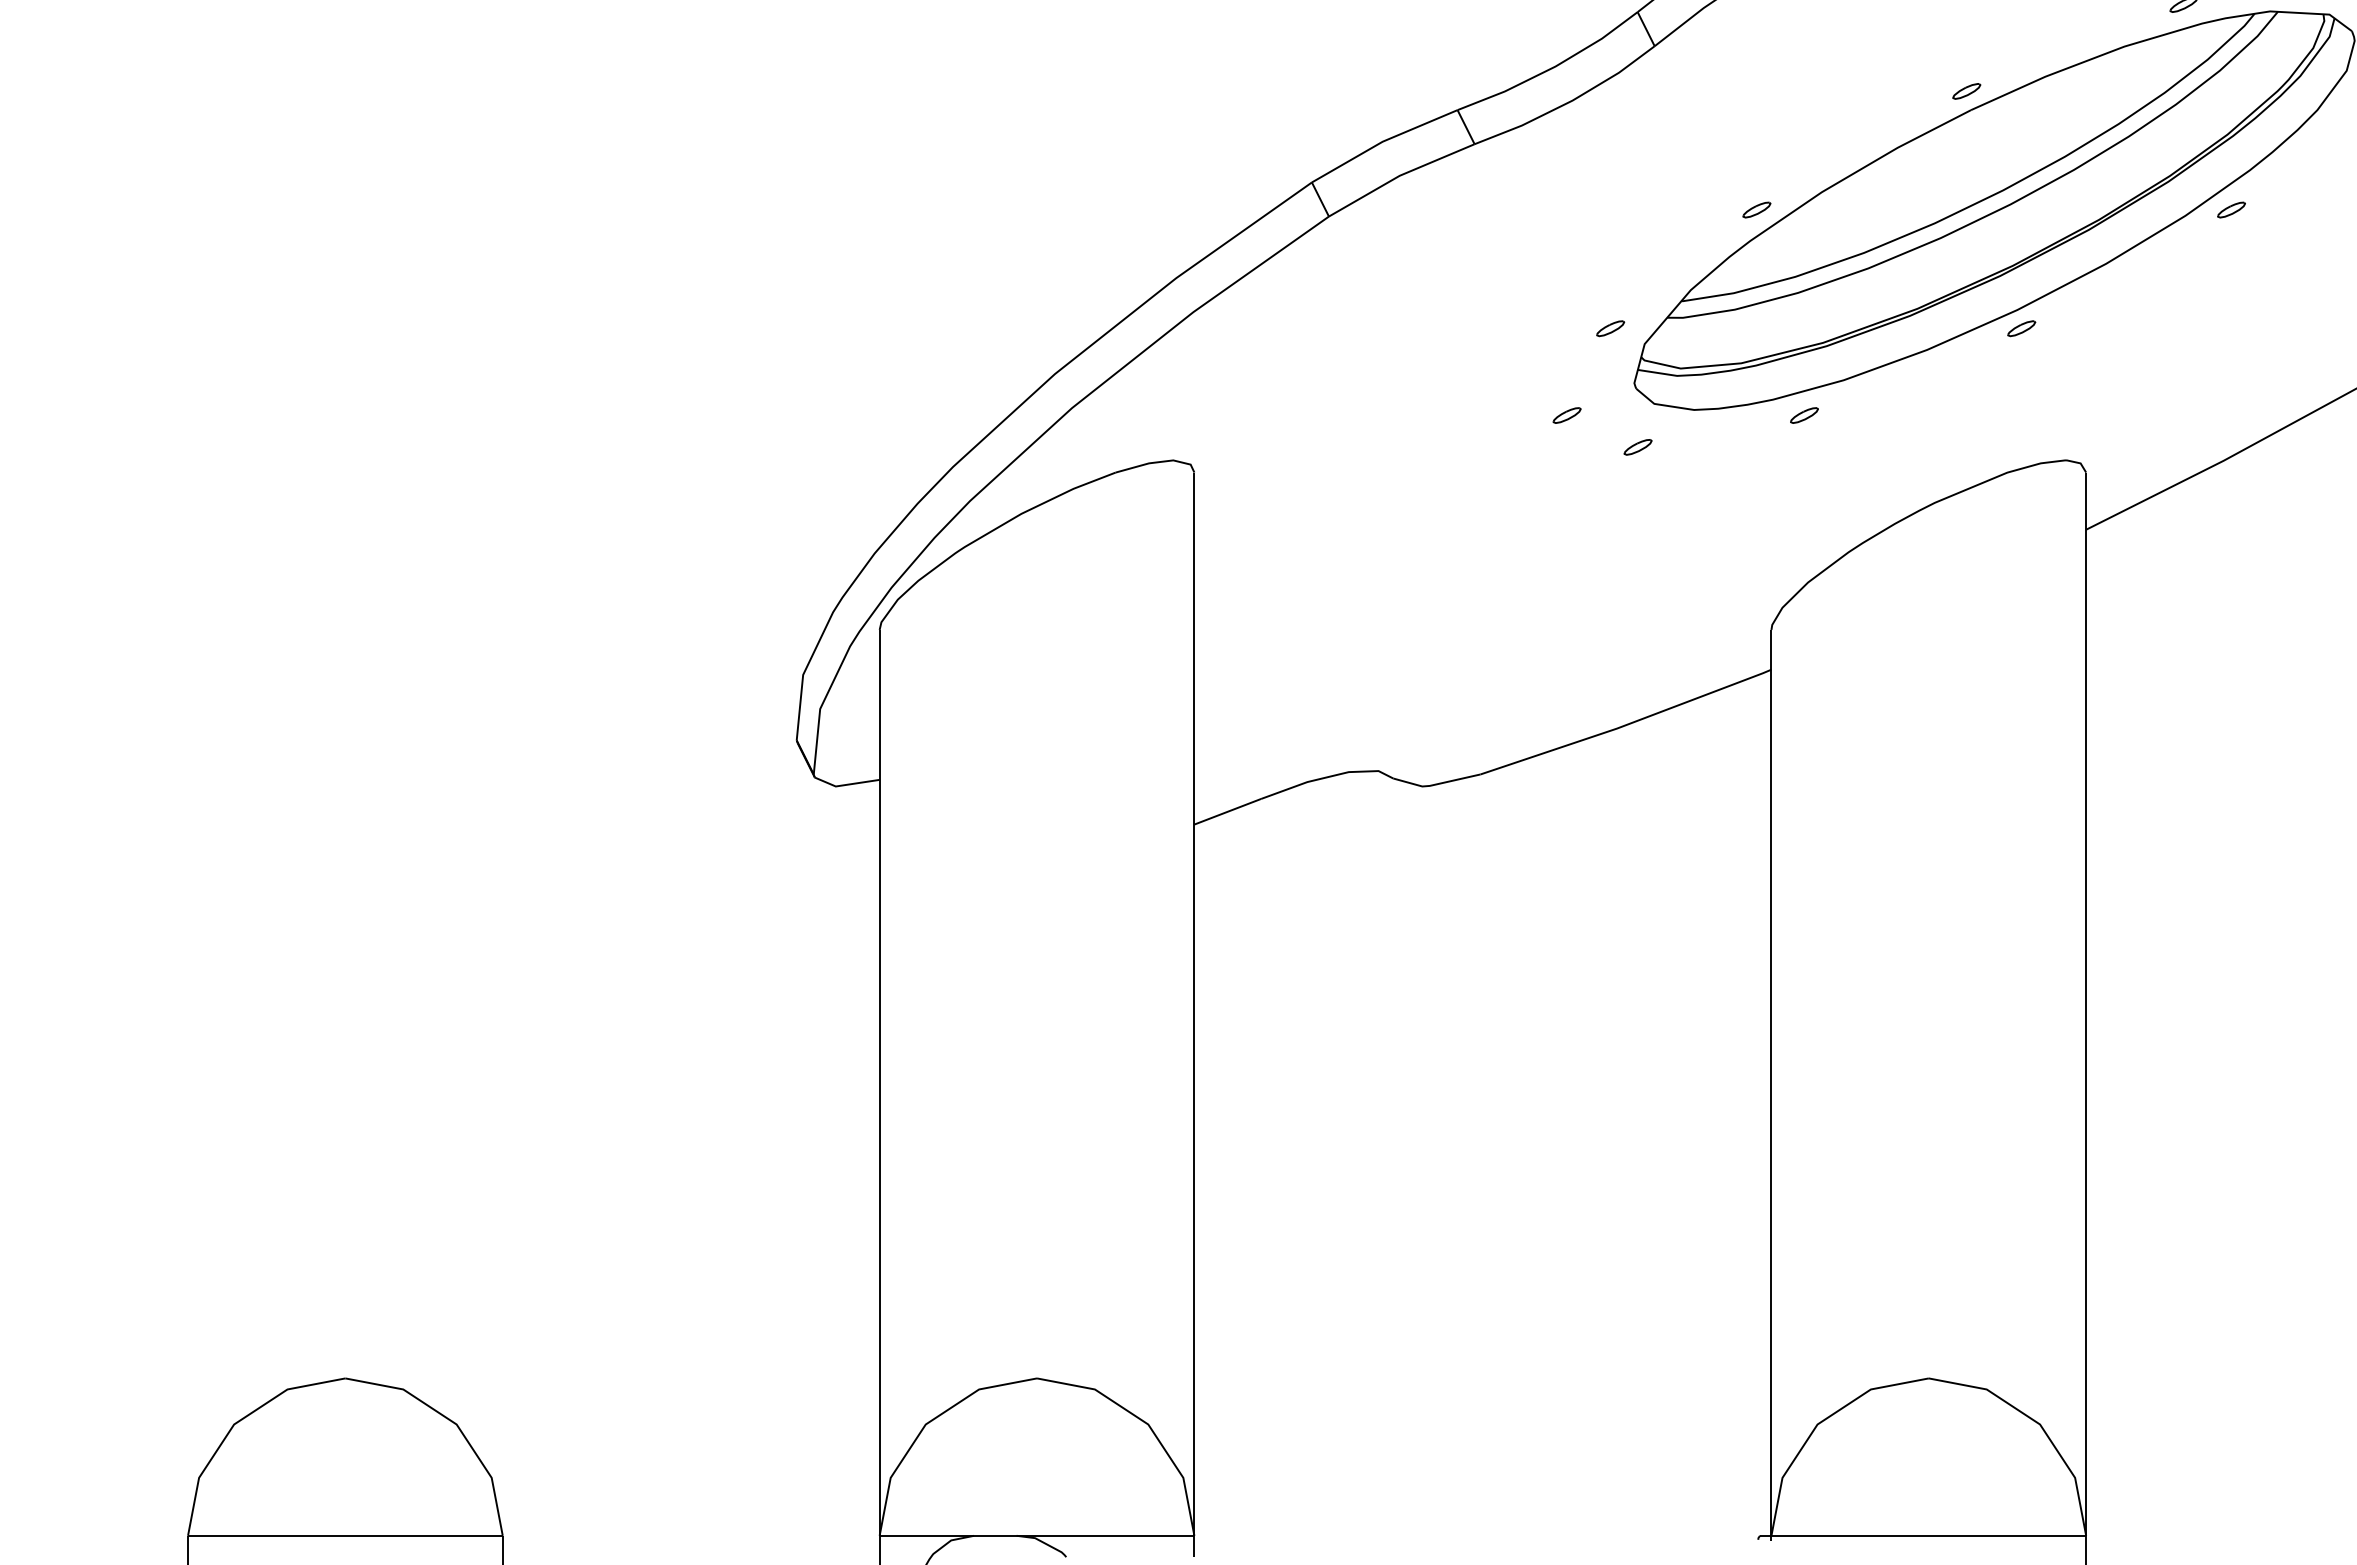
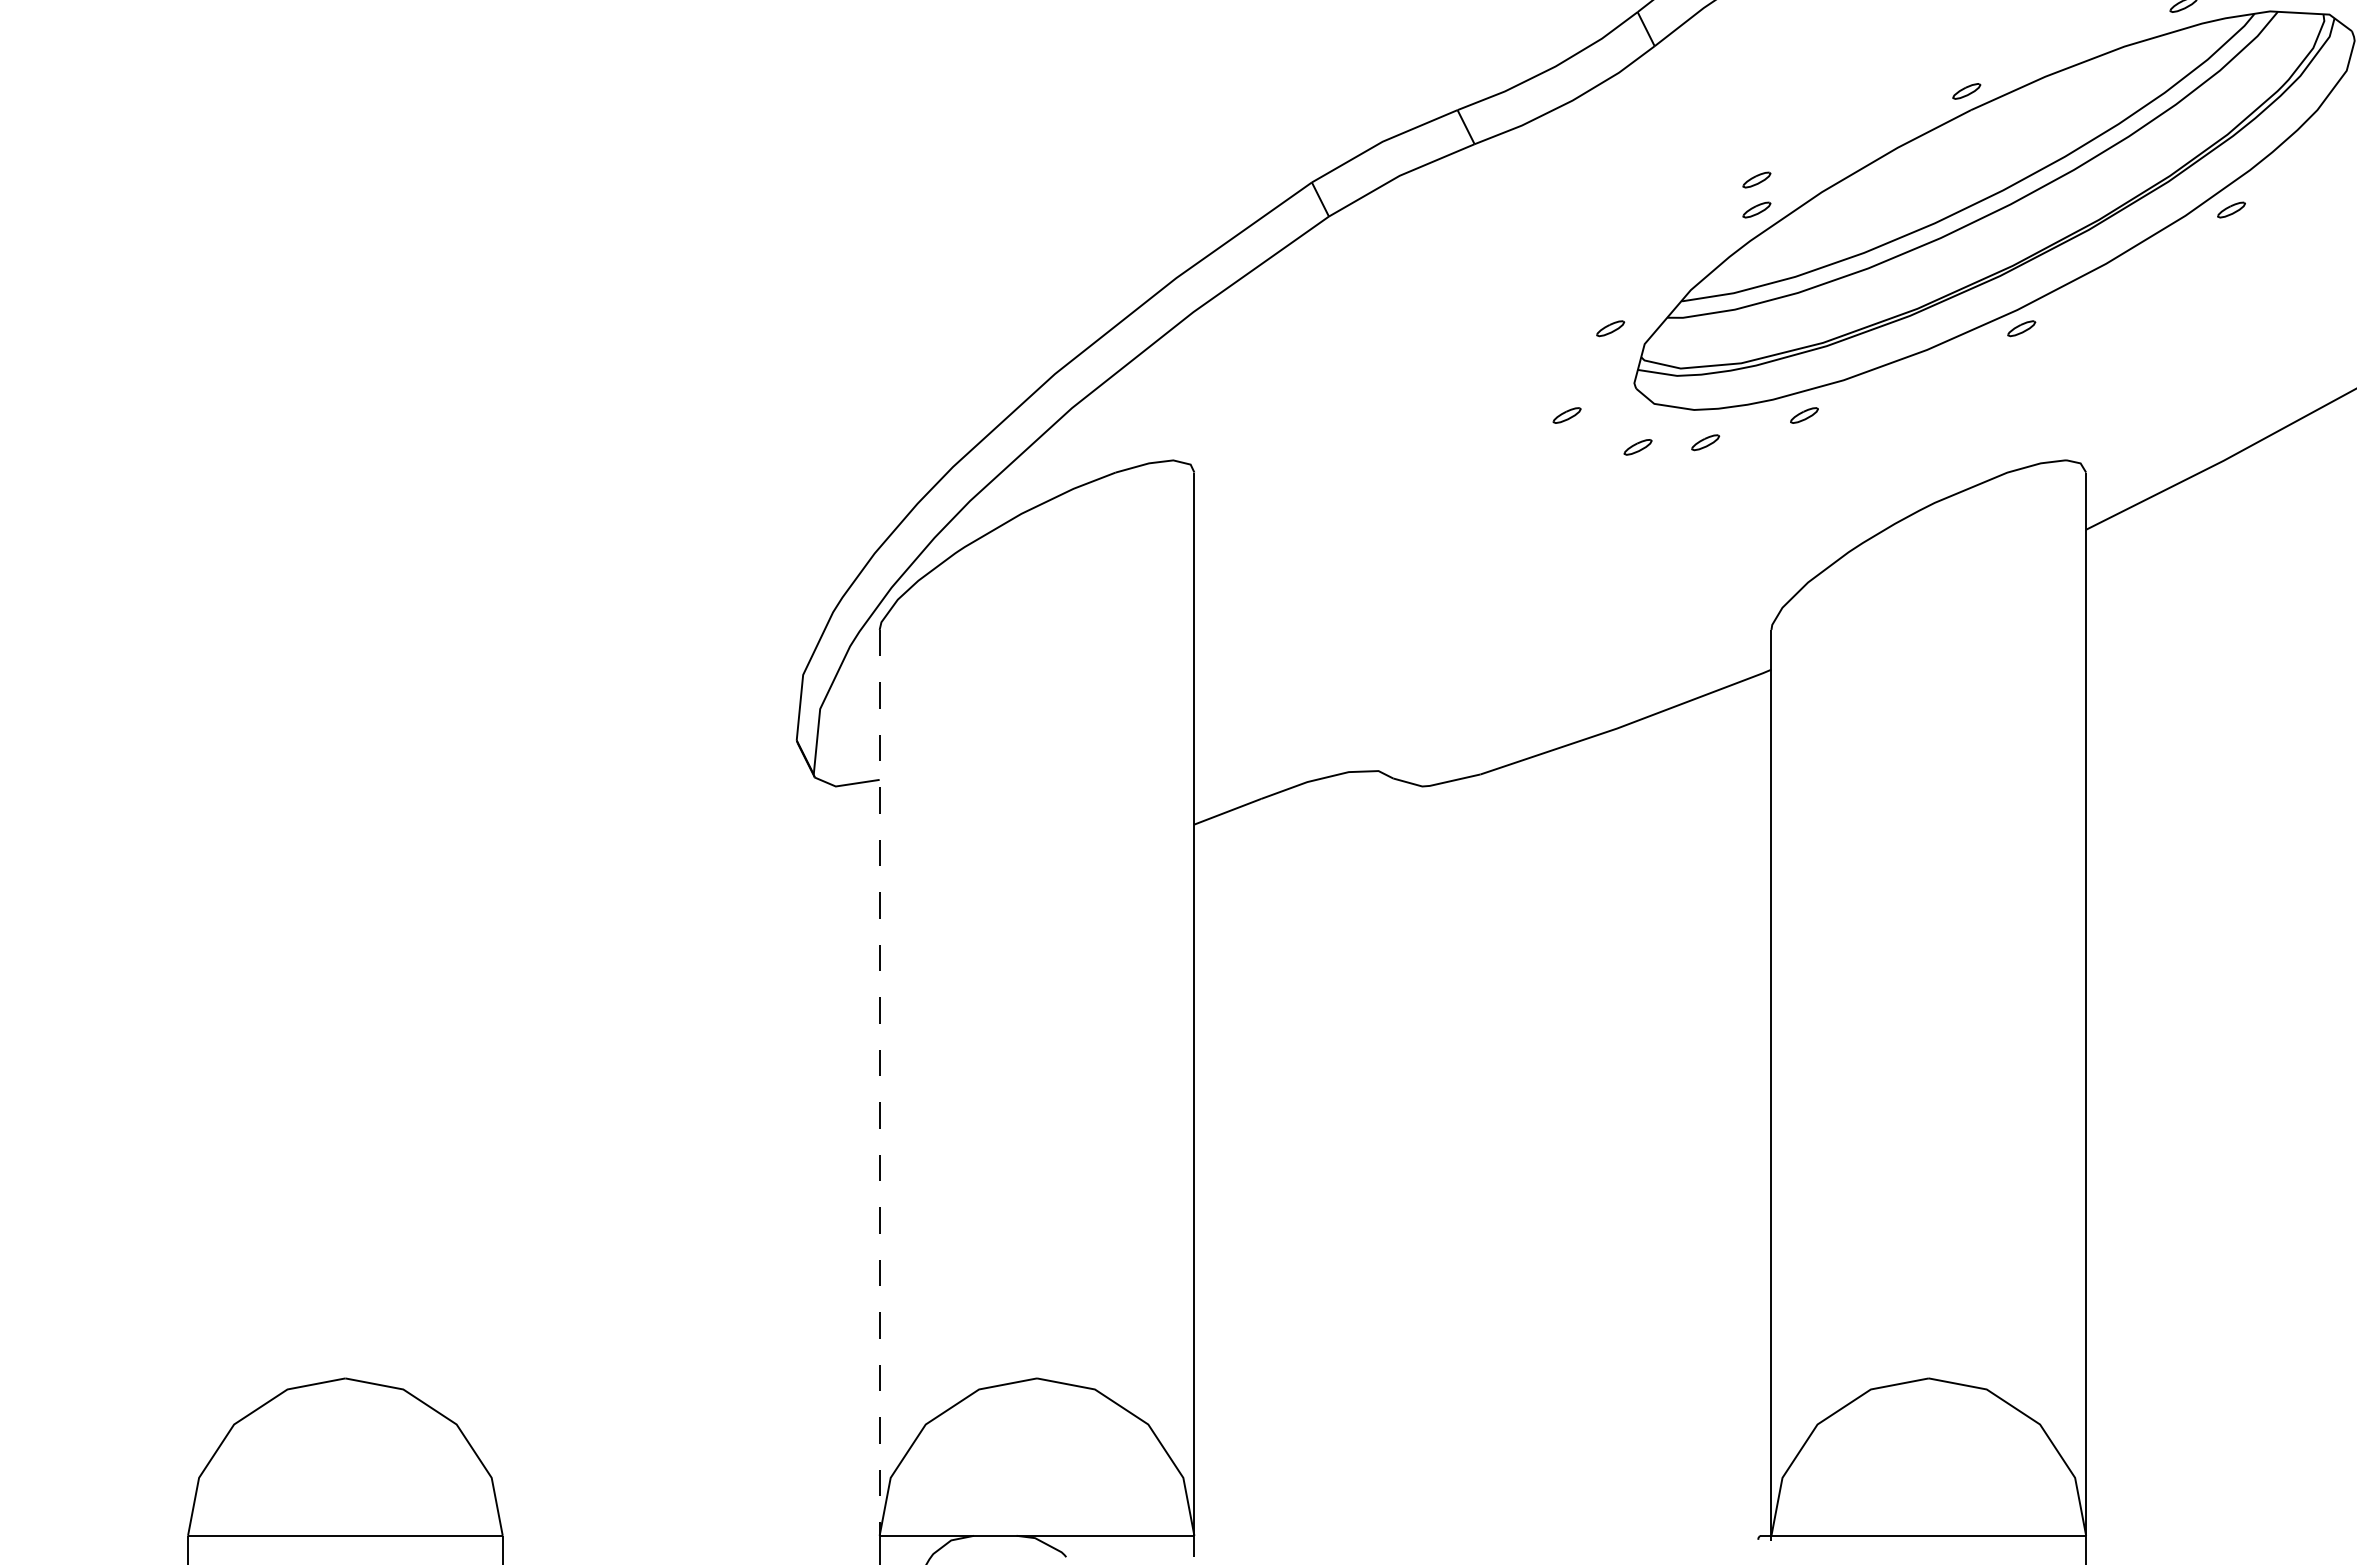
part at (1756, 179): none -> present
part at (1705, 442): none -> present
line at (879, 1082): solid -> dashed
